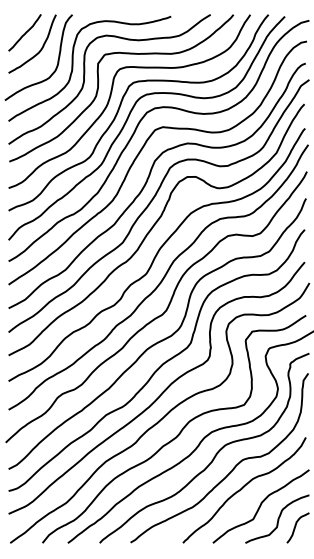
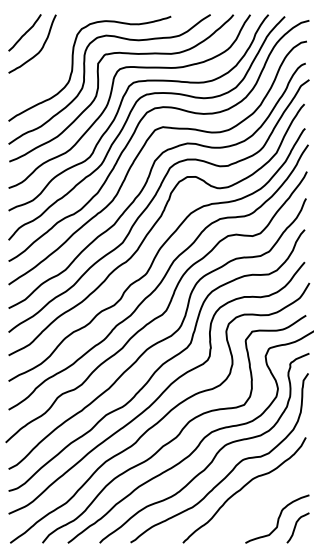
curve at (57, 59): present -> none
curve at (260, 506): present -> none
